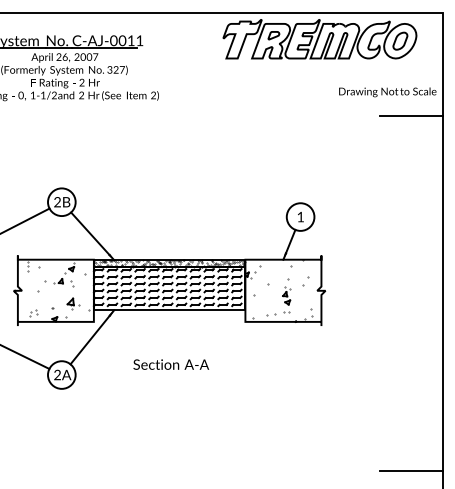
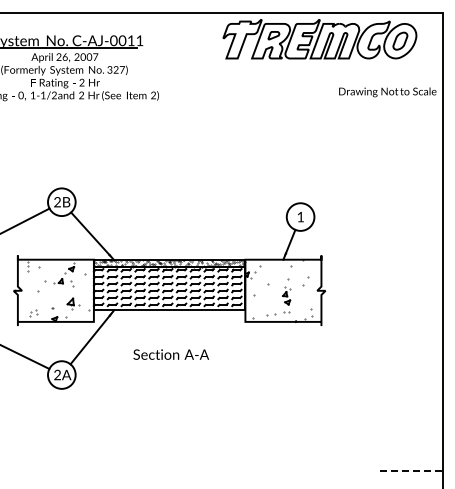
line at (410, 115): present -> none
text at (171, 364) position: (171, 364) -> (171, 354)
line at (411, 471): solid -> dashed
